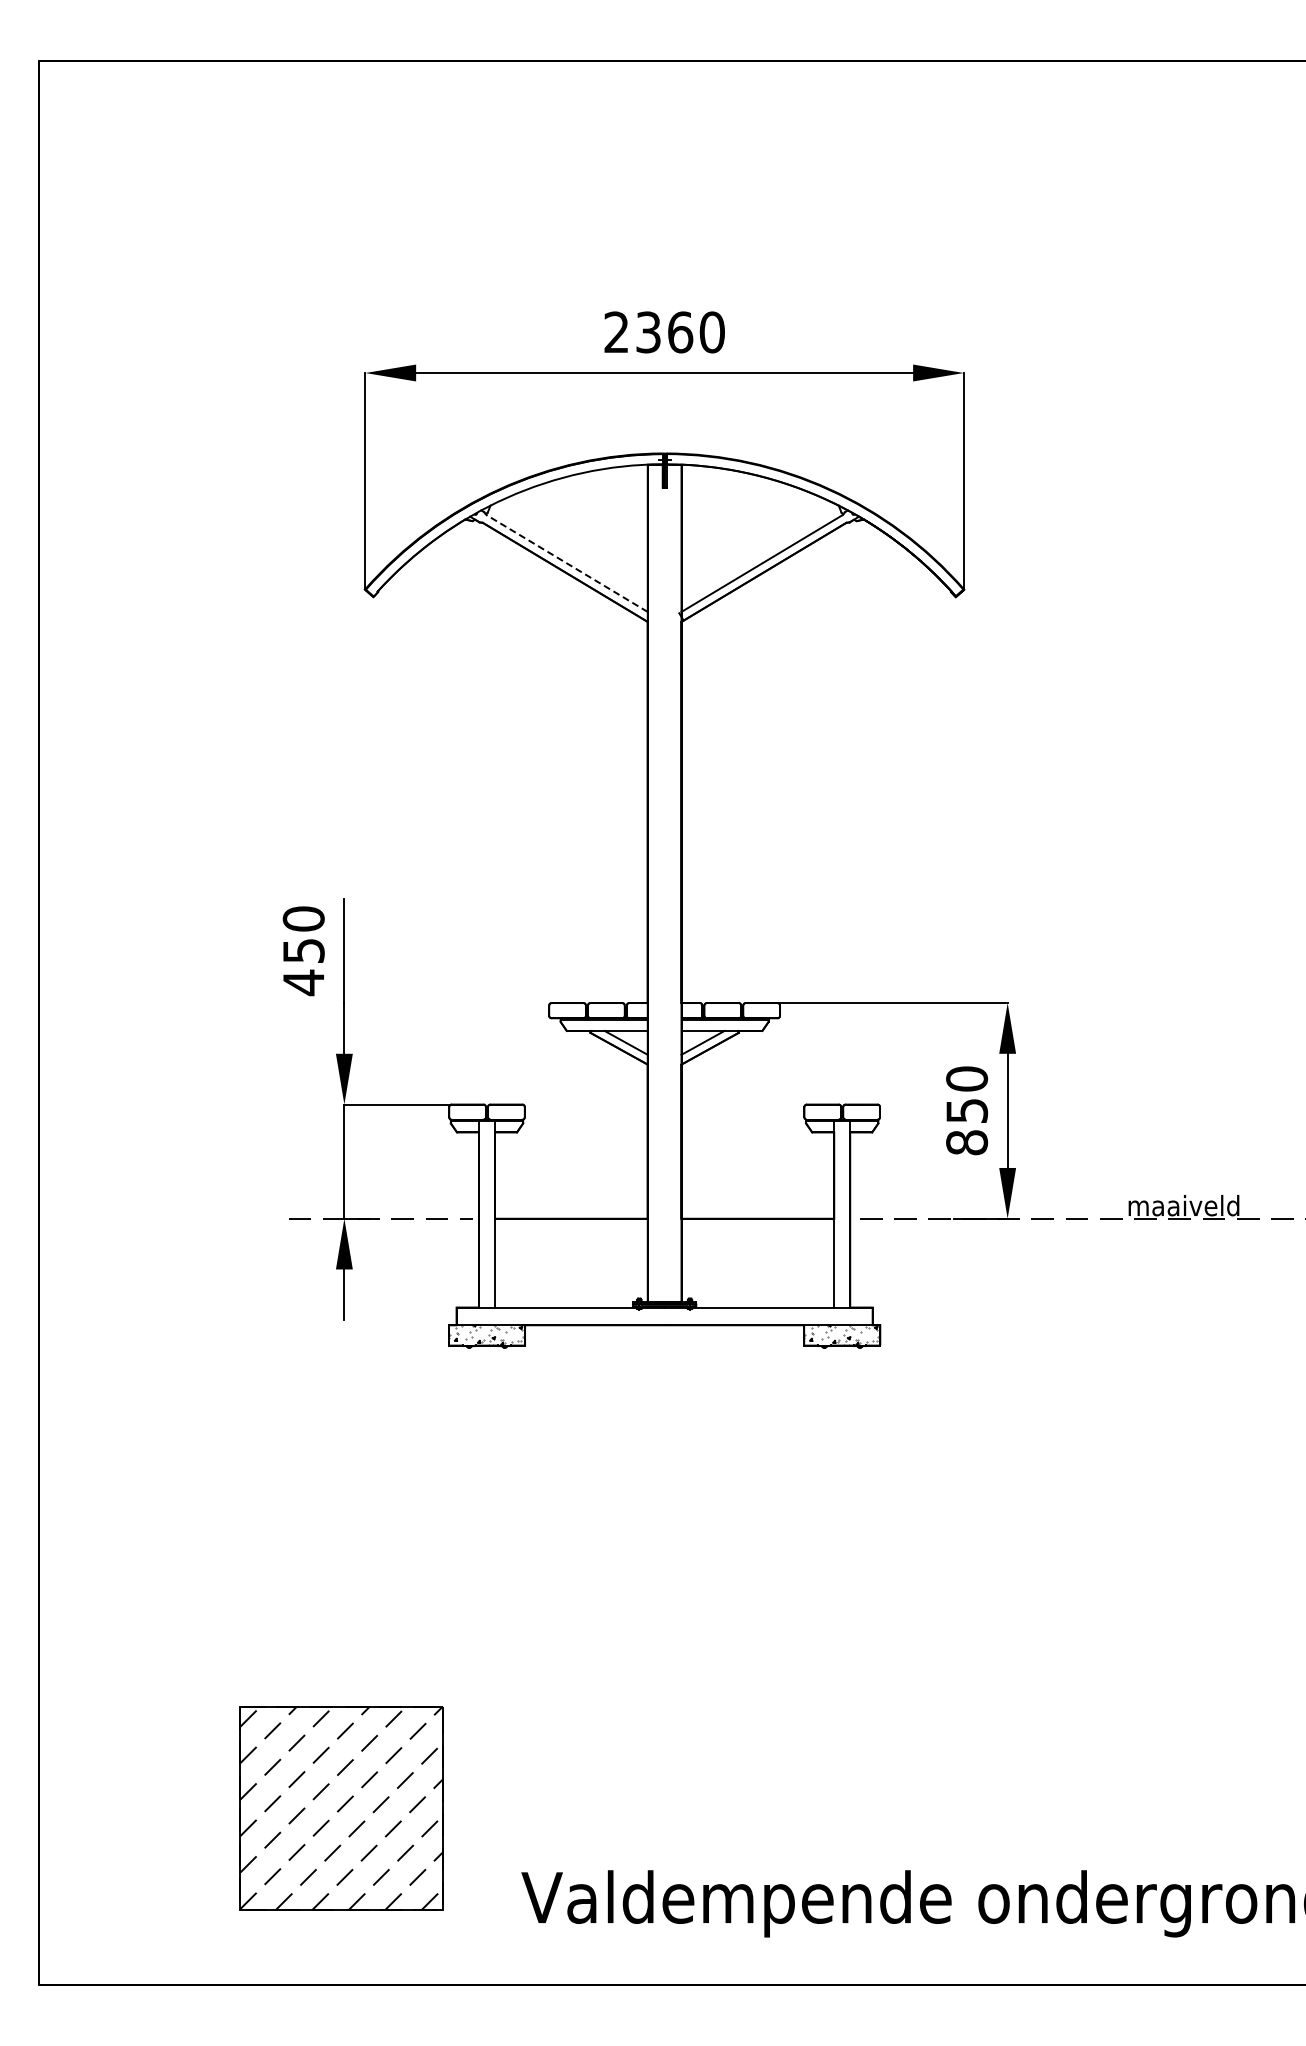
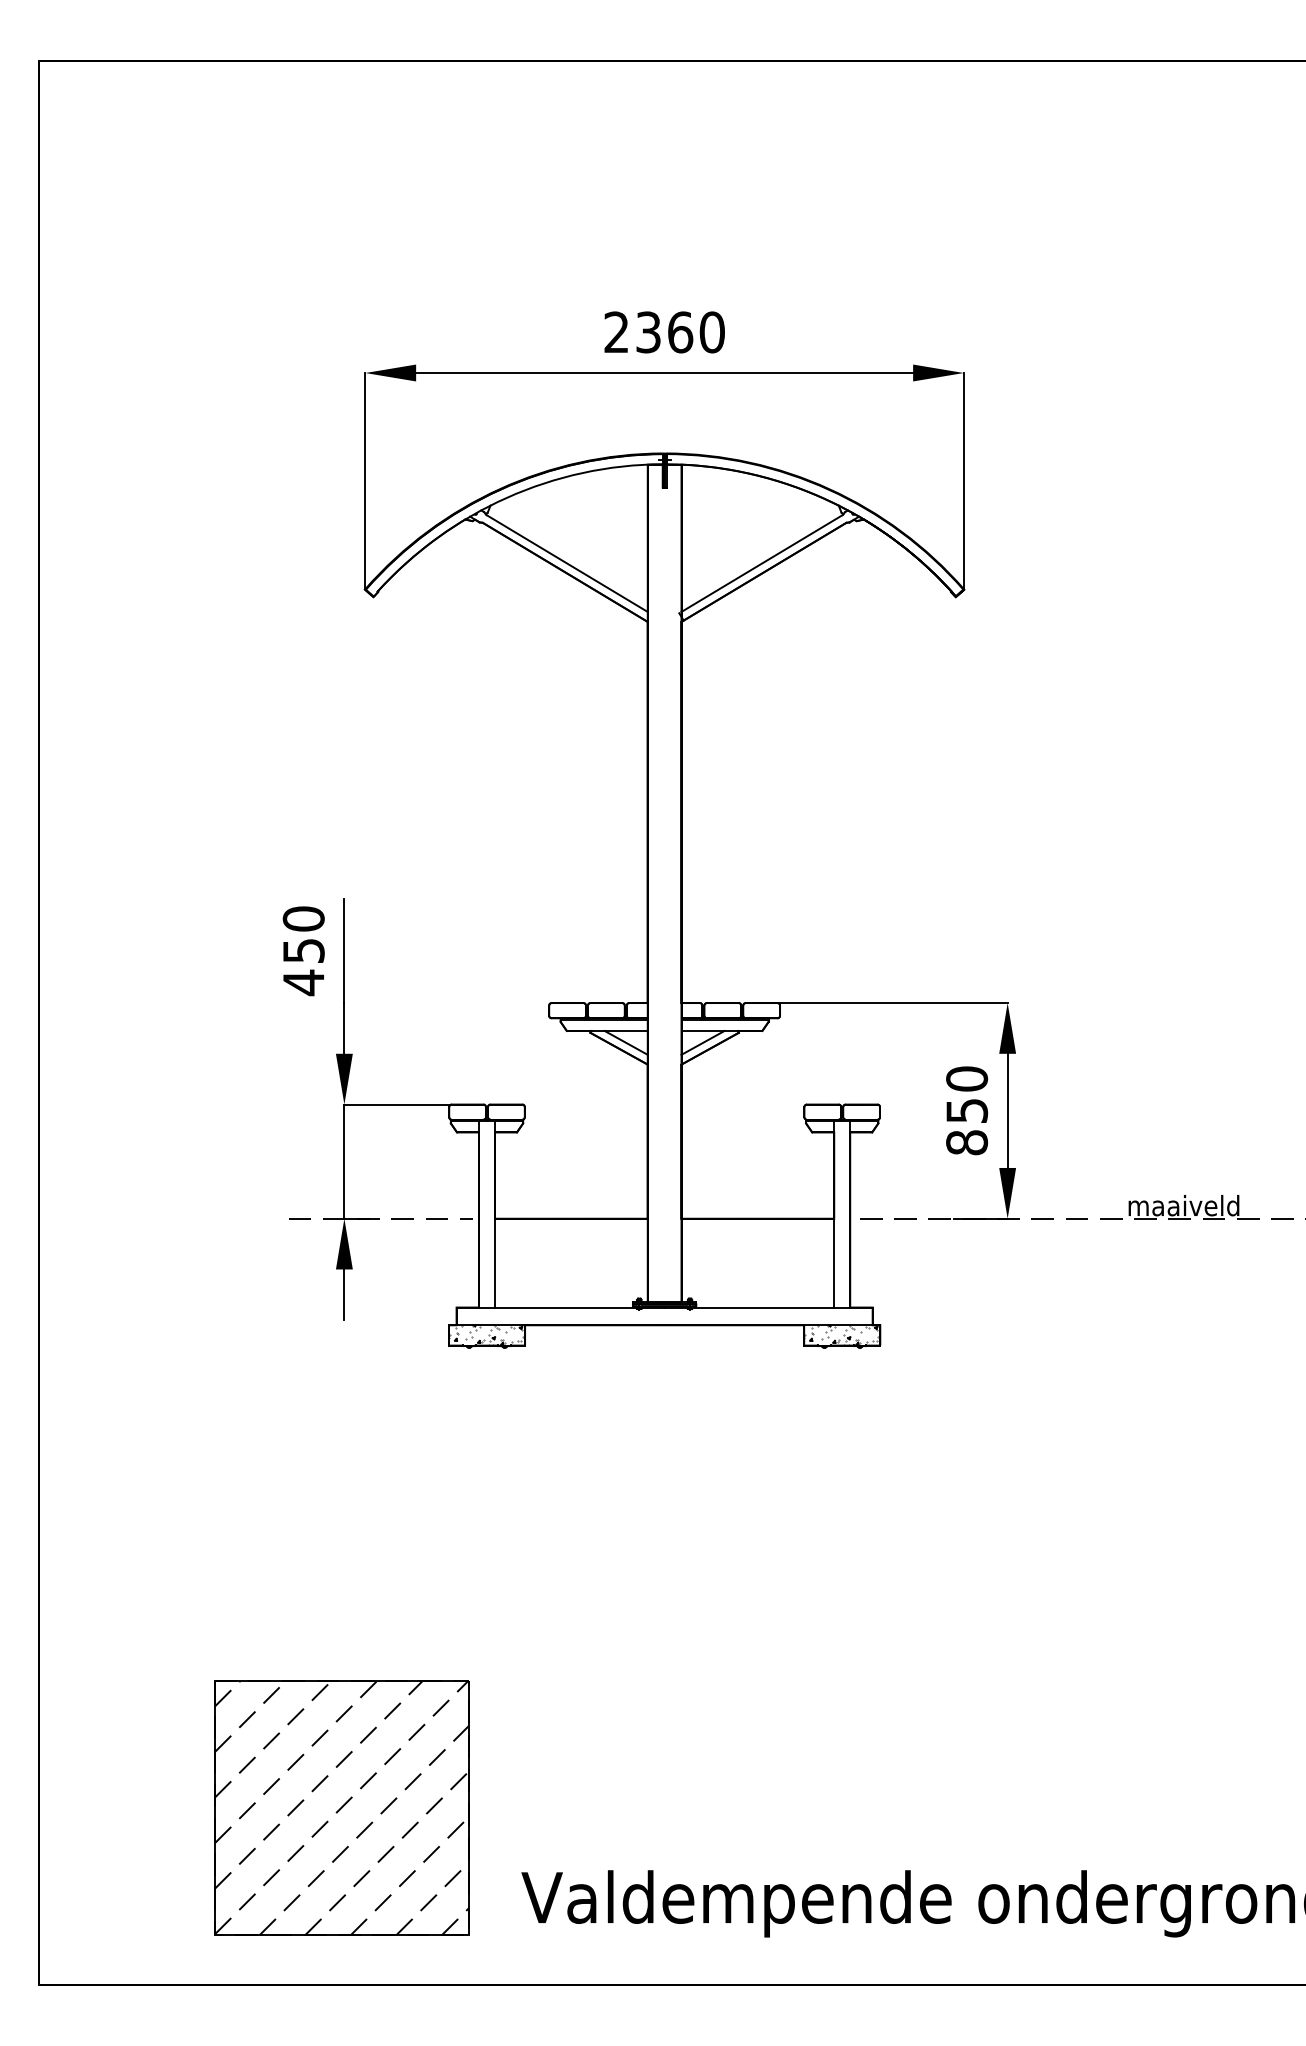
line at (566, 563): dashed -> solid
part at (341, 1808) size: 205x205 px -> 256x256 px
